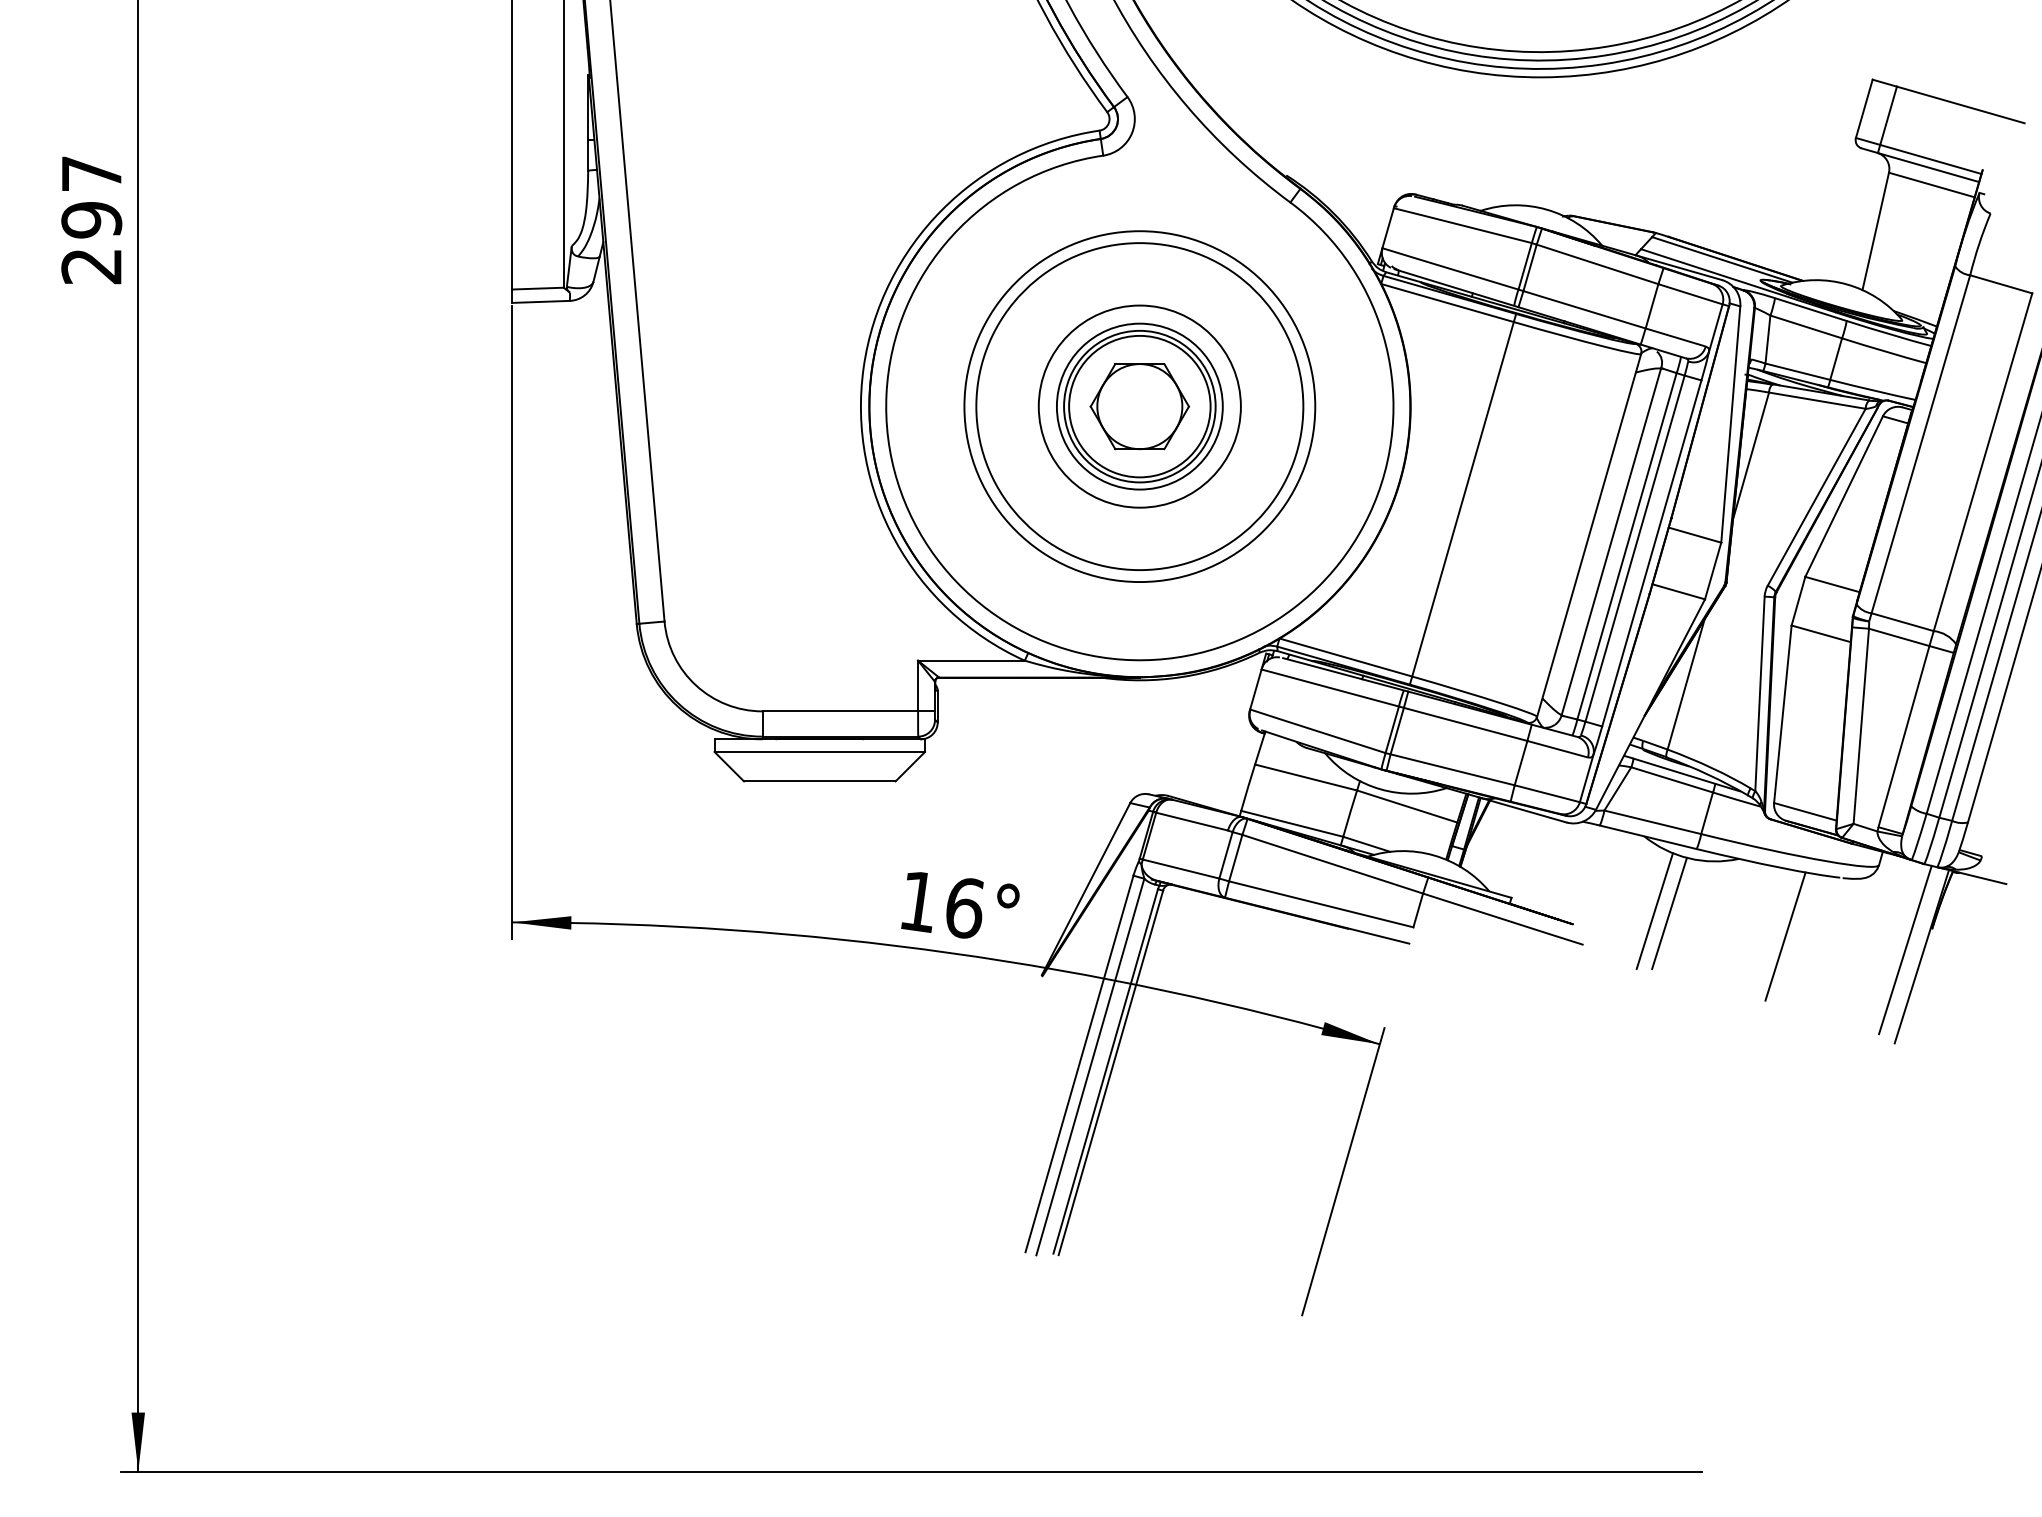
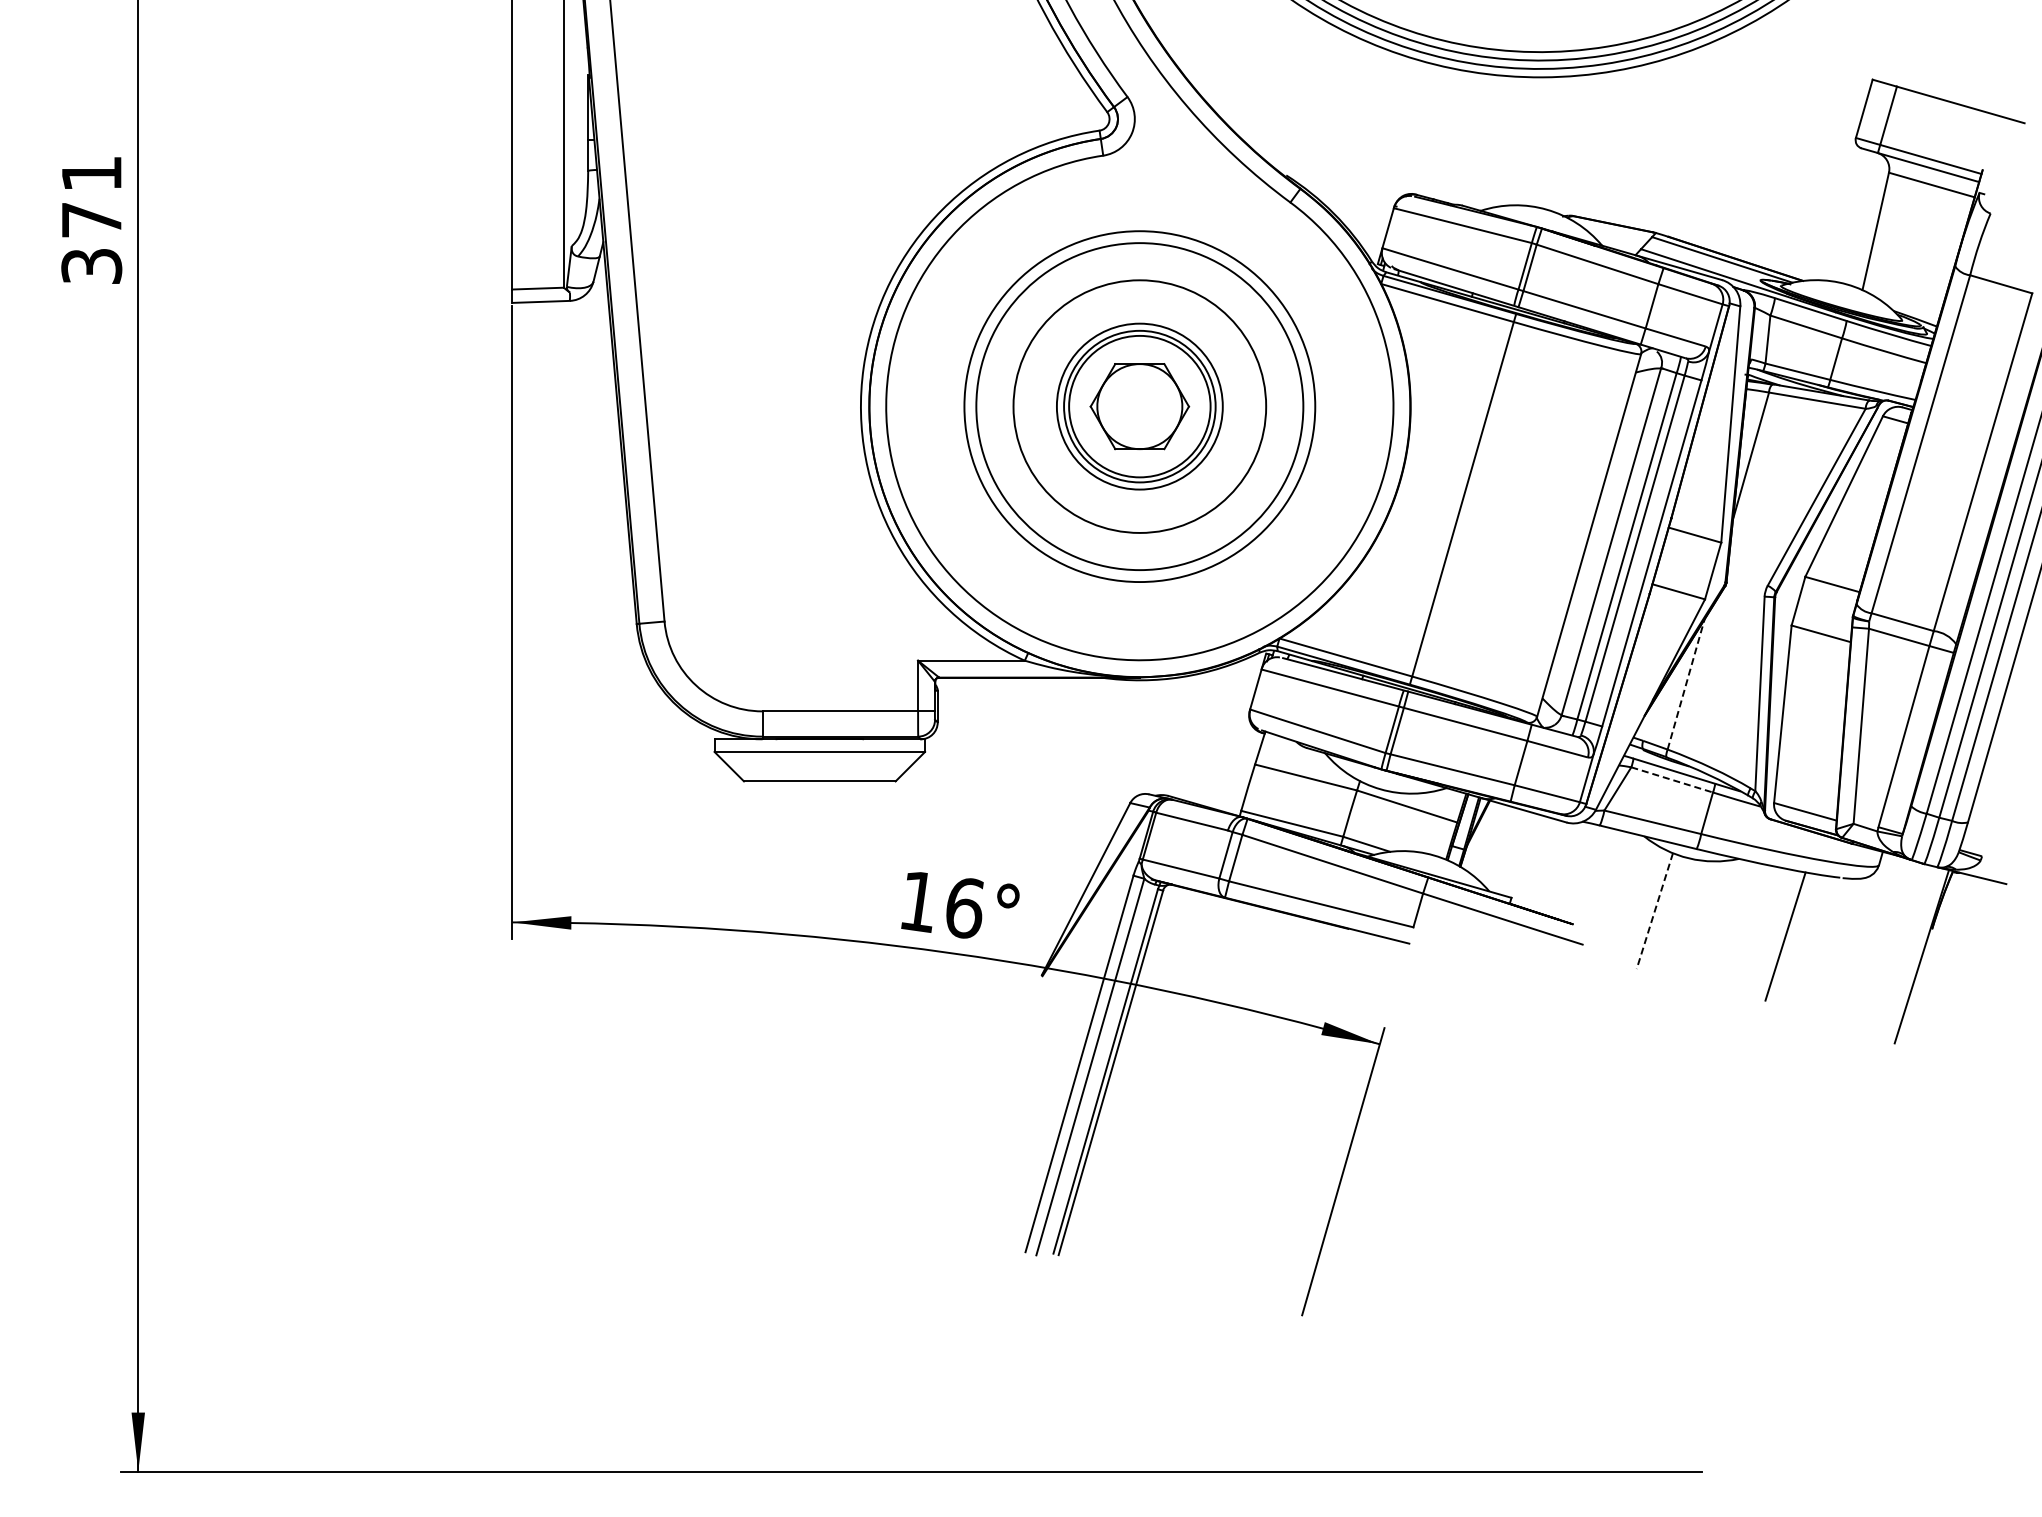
text at (91, 220): 297 -> 371
circle at (1139, 406) diameter: 202 px -> 253 px
line at (1686, 684): solid -> dashed
line at (1672, 779): solid -> dashed
line at (1654, 911): solid -> dashed
line at (1669, 913): present -> none
line at (1905, 949): present -> none
